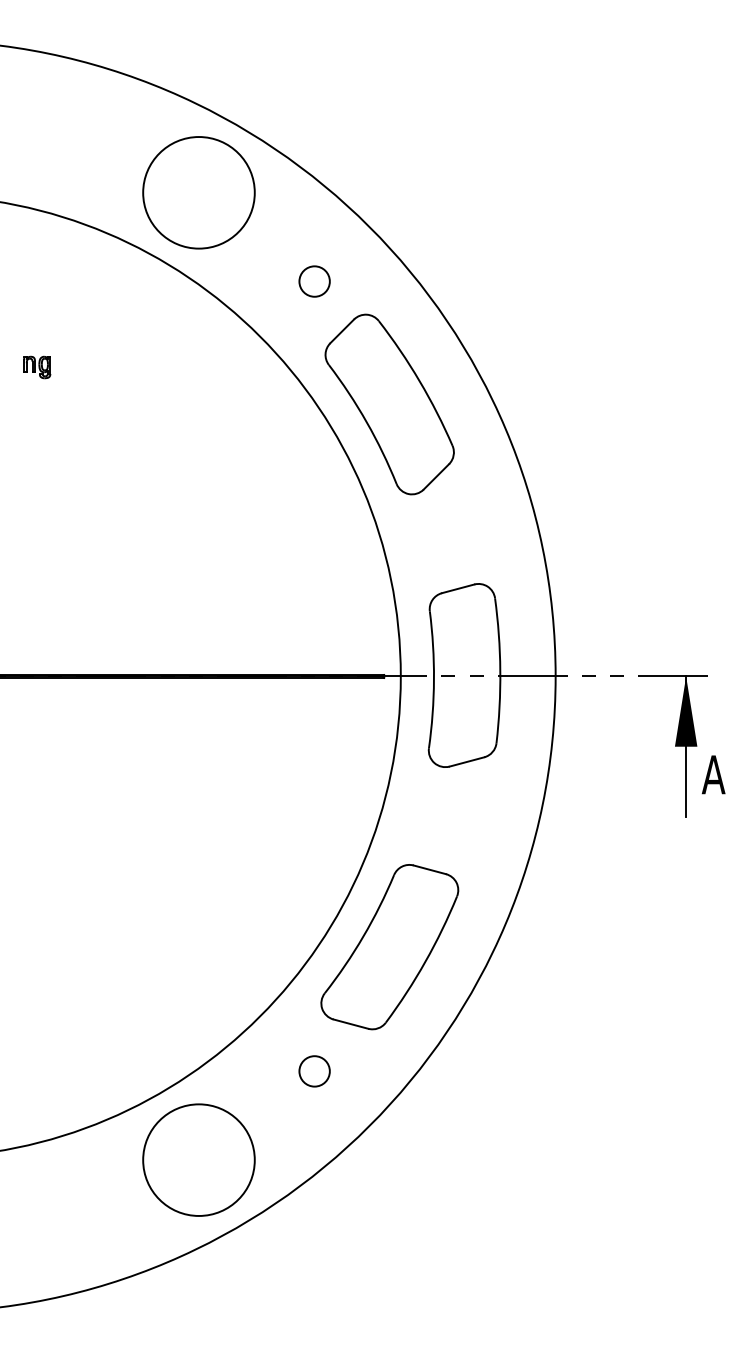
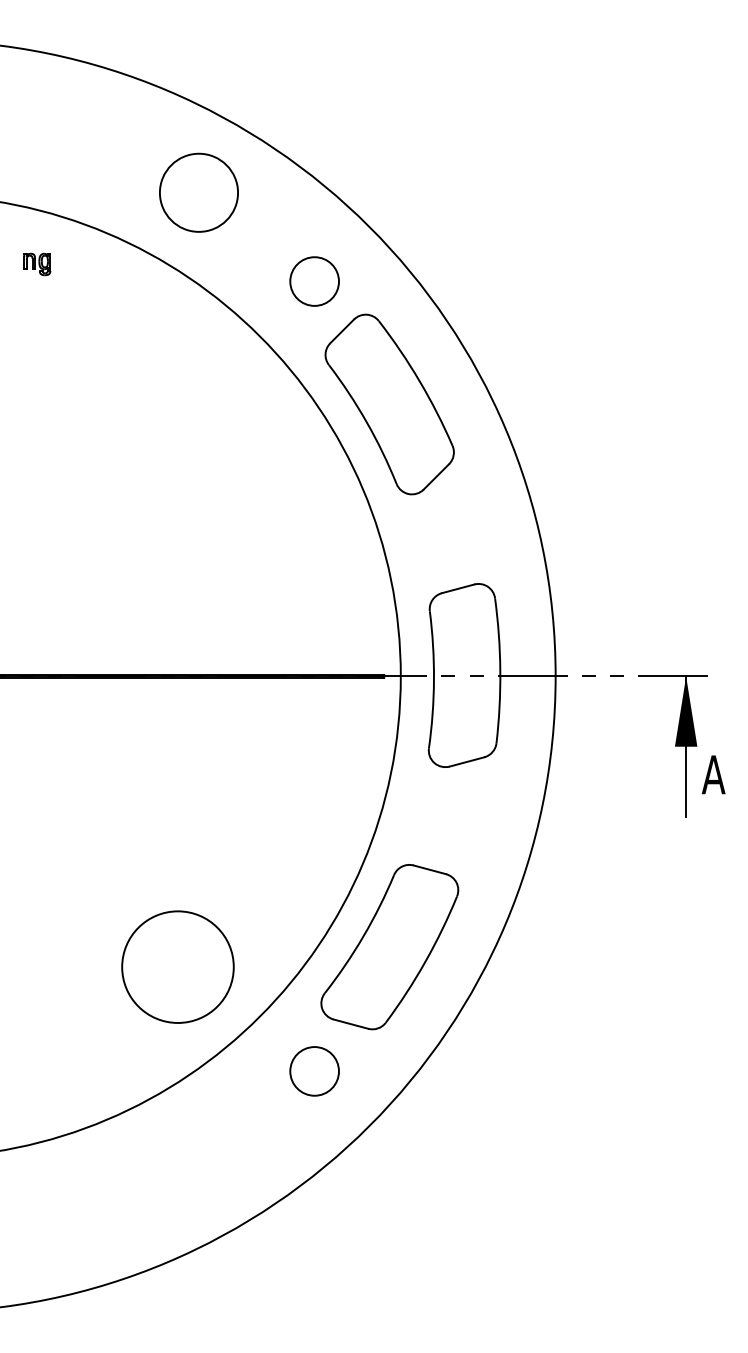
circle at (198, 192) diameter: 112 px -> 78 px
circle at (314, 281) diameter: 30 px -> 49 px
part at (37, 367) position: (37, 367) -> (37, 264)
circle at (314, 1071) diameter: 30 px -> 49 px
circle at (198, 1159) position: (198, 1159) -> (177, 966)
